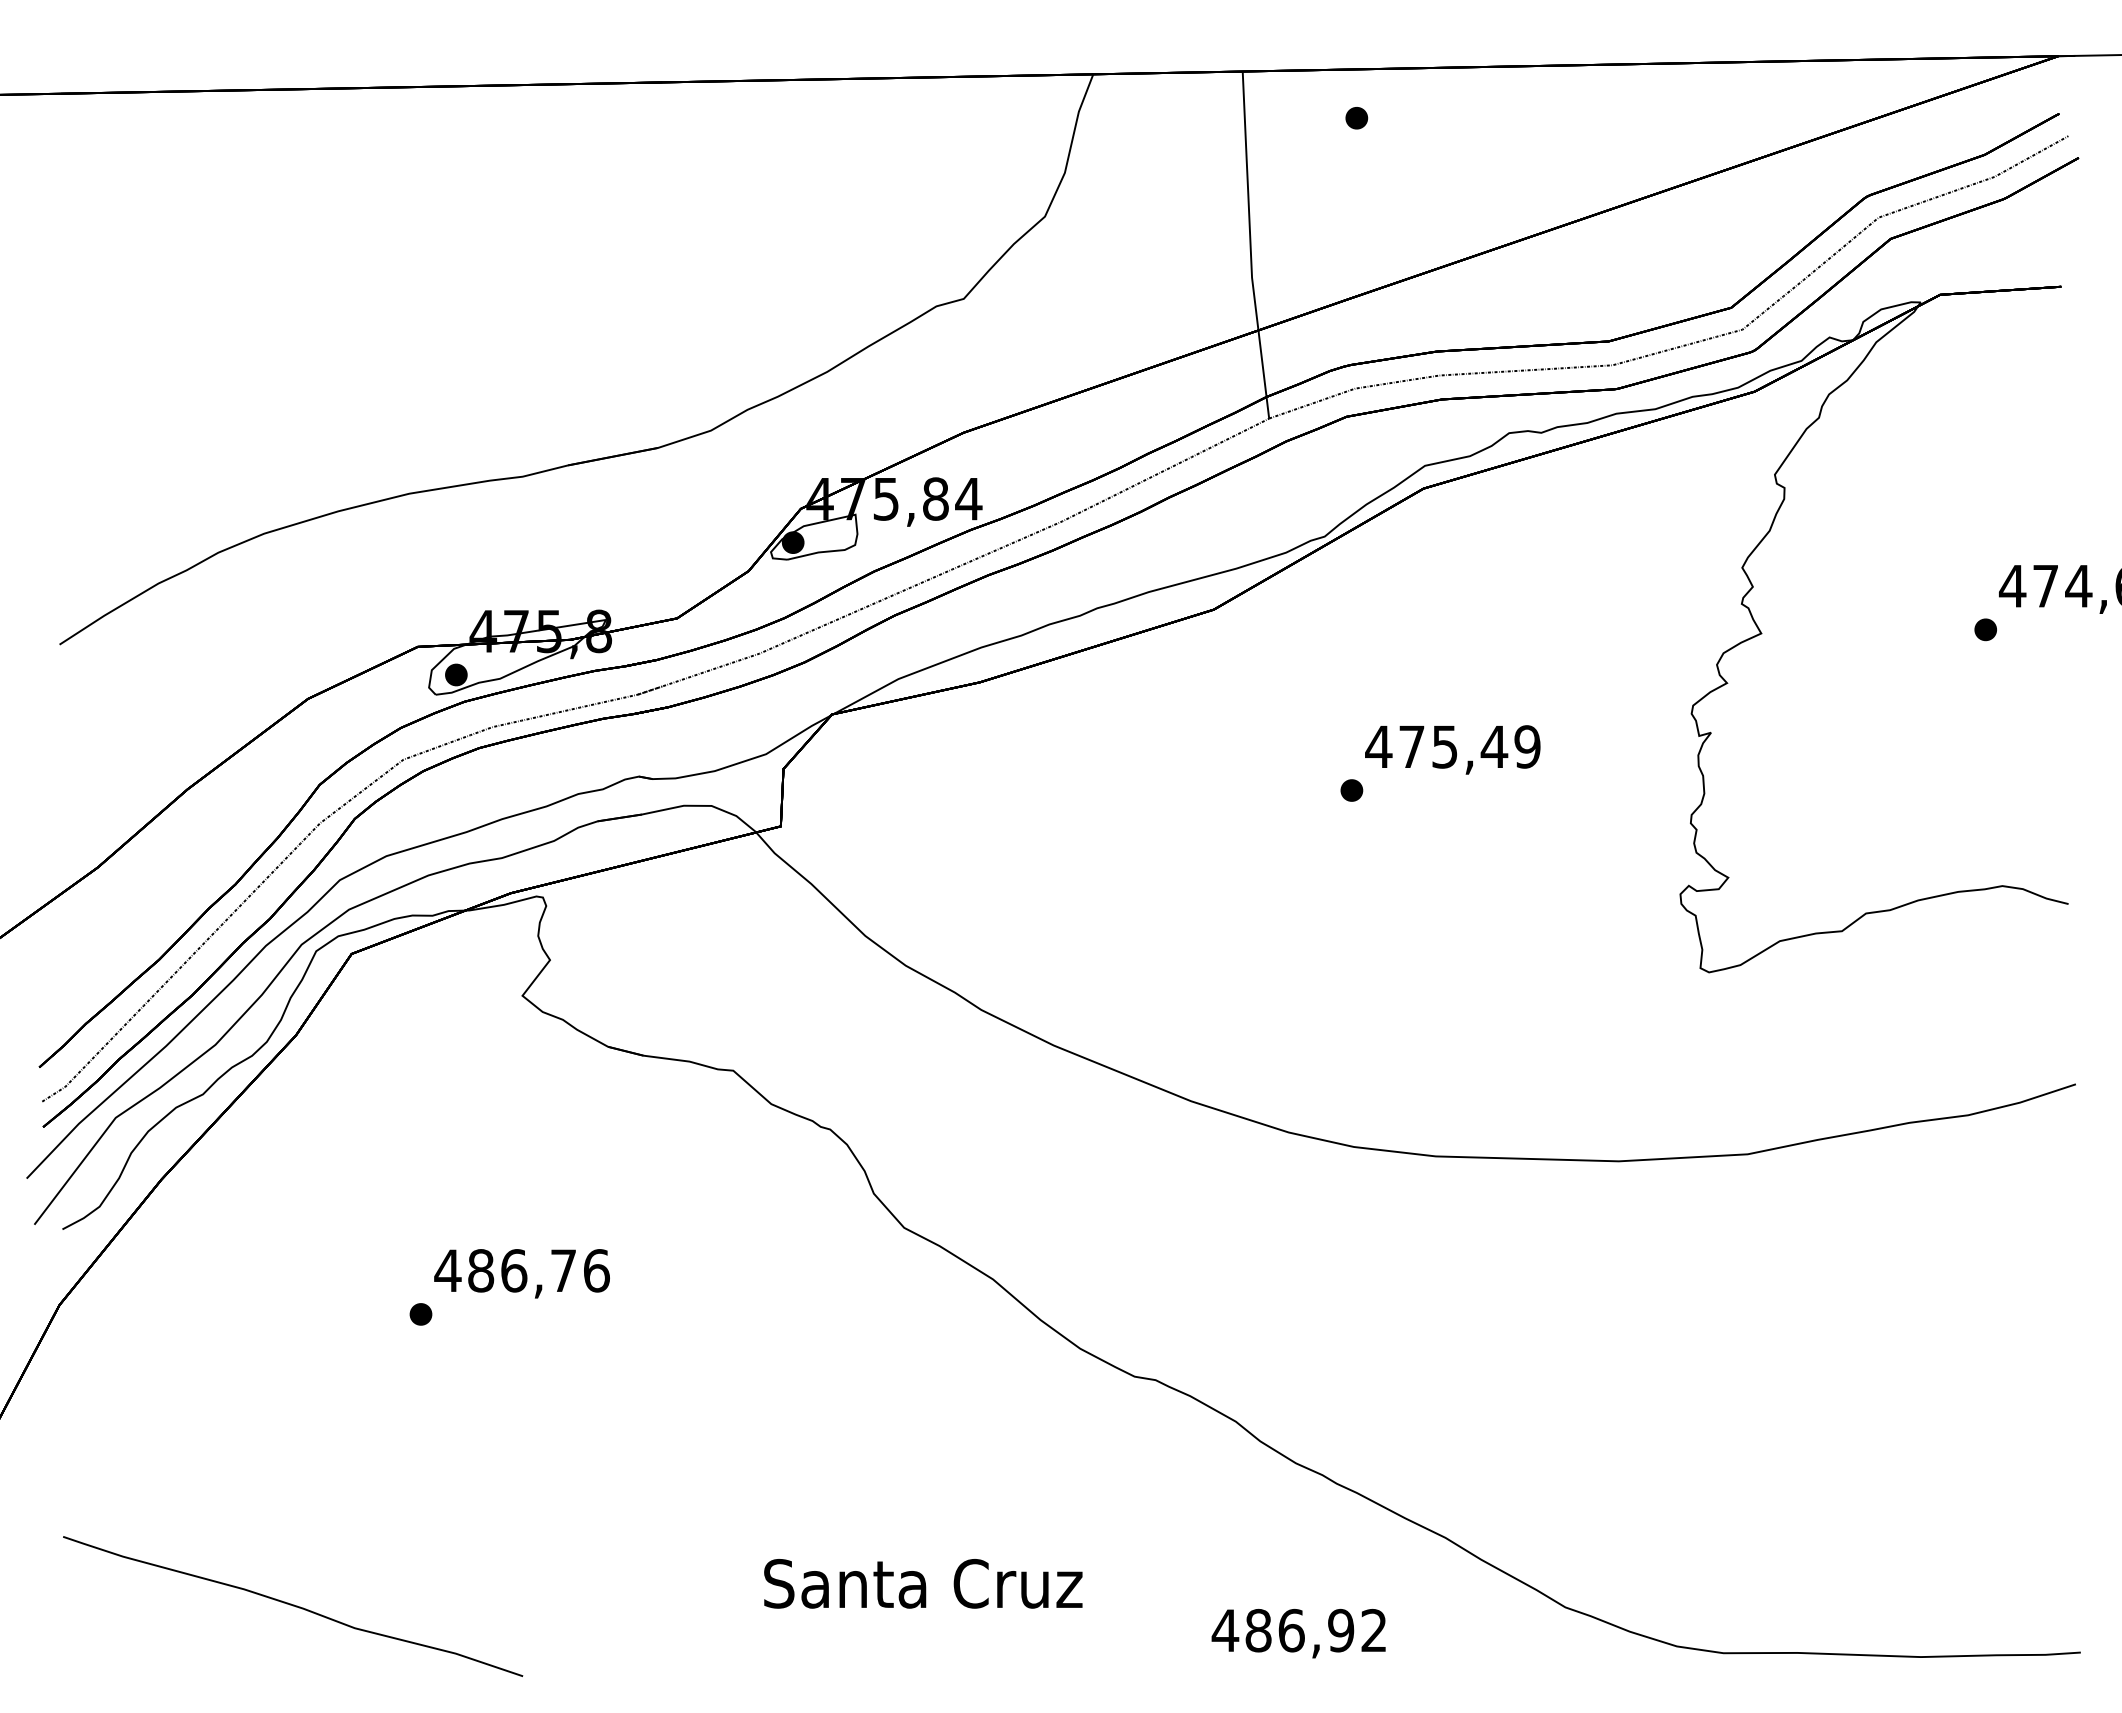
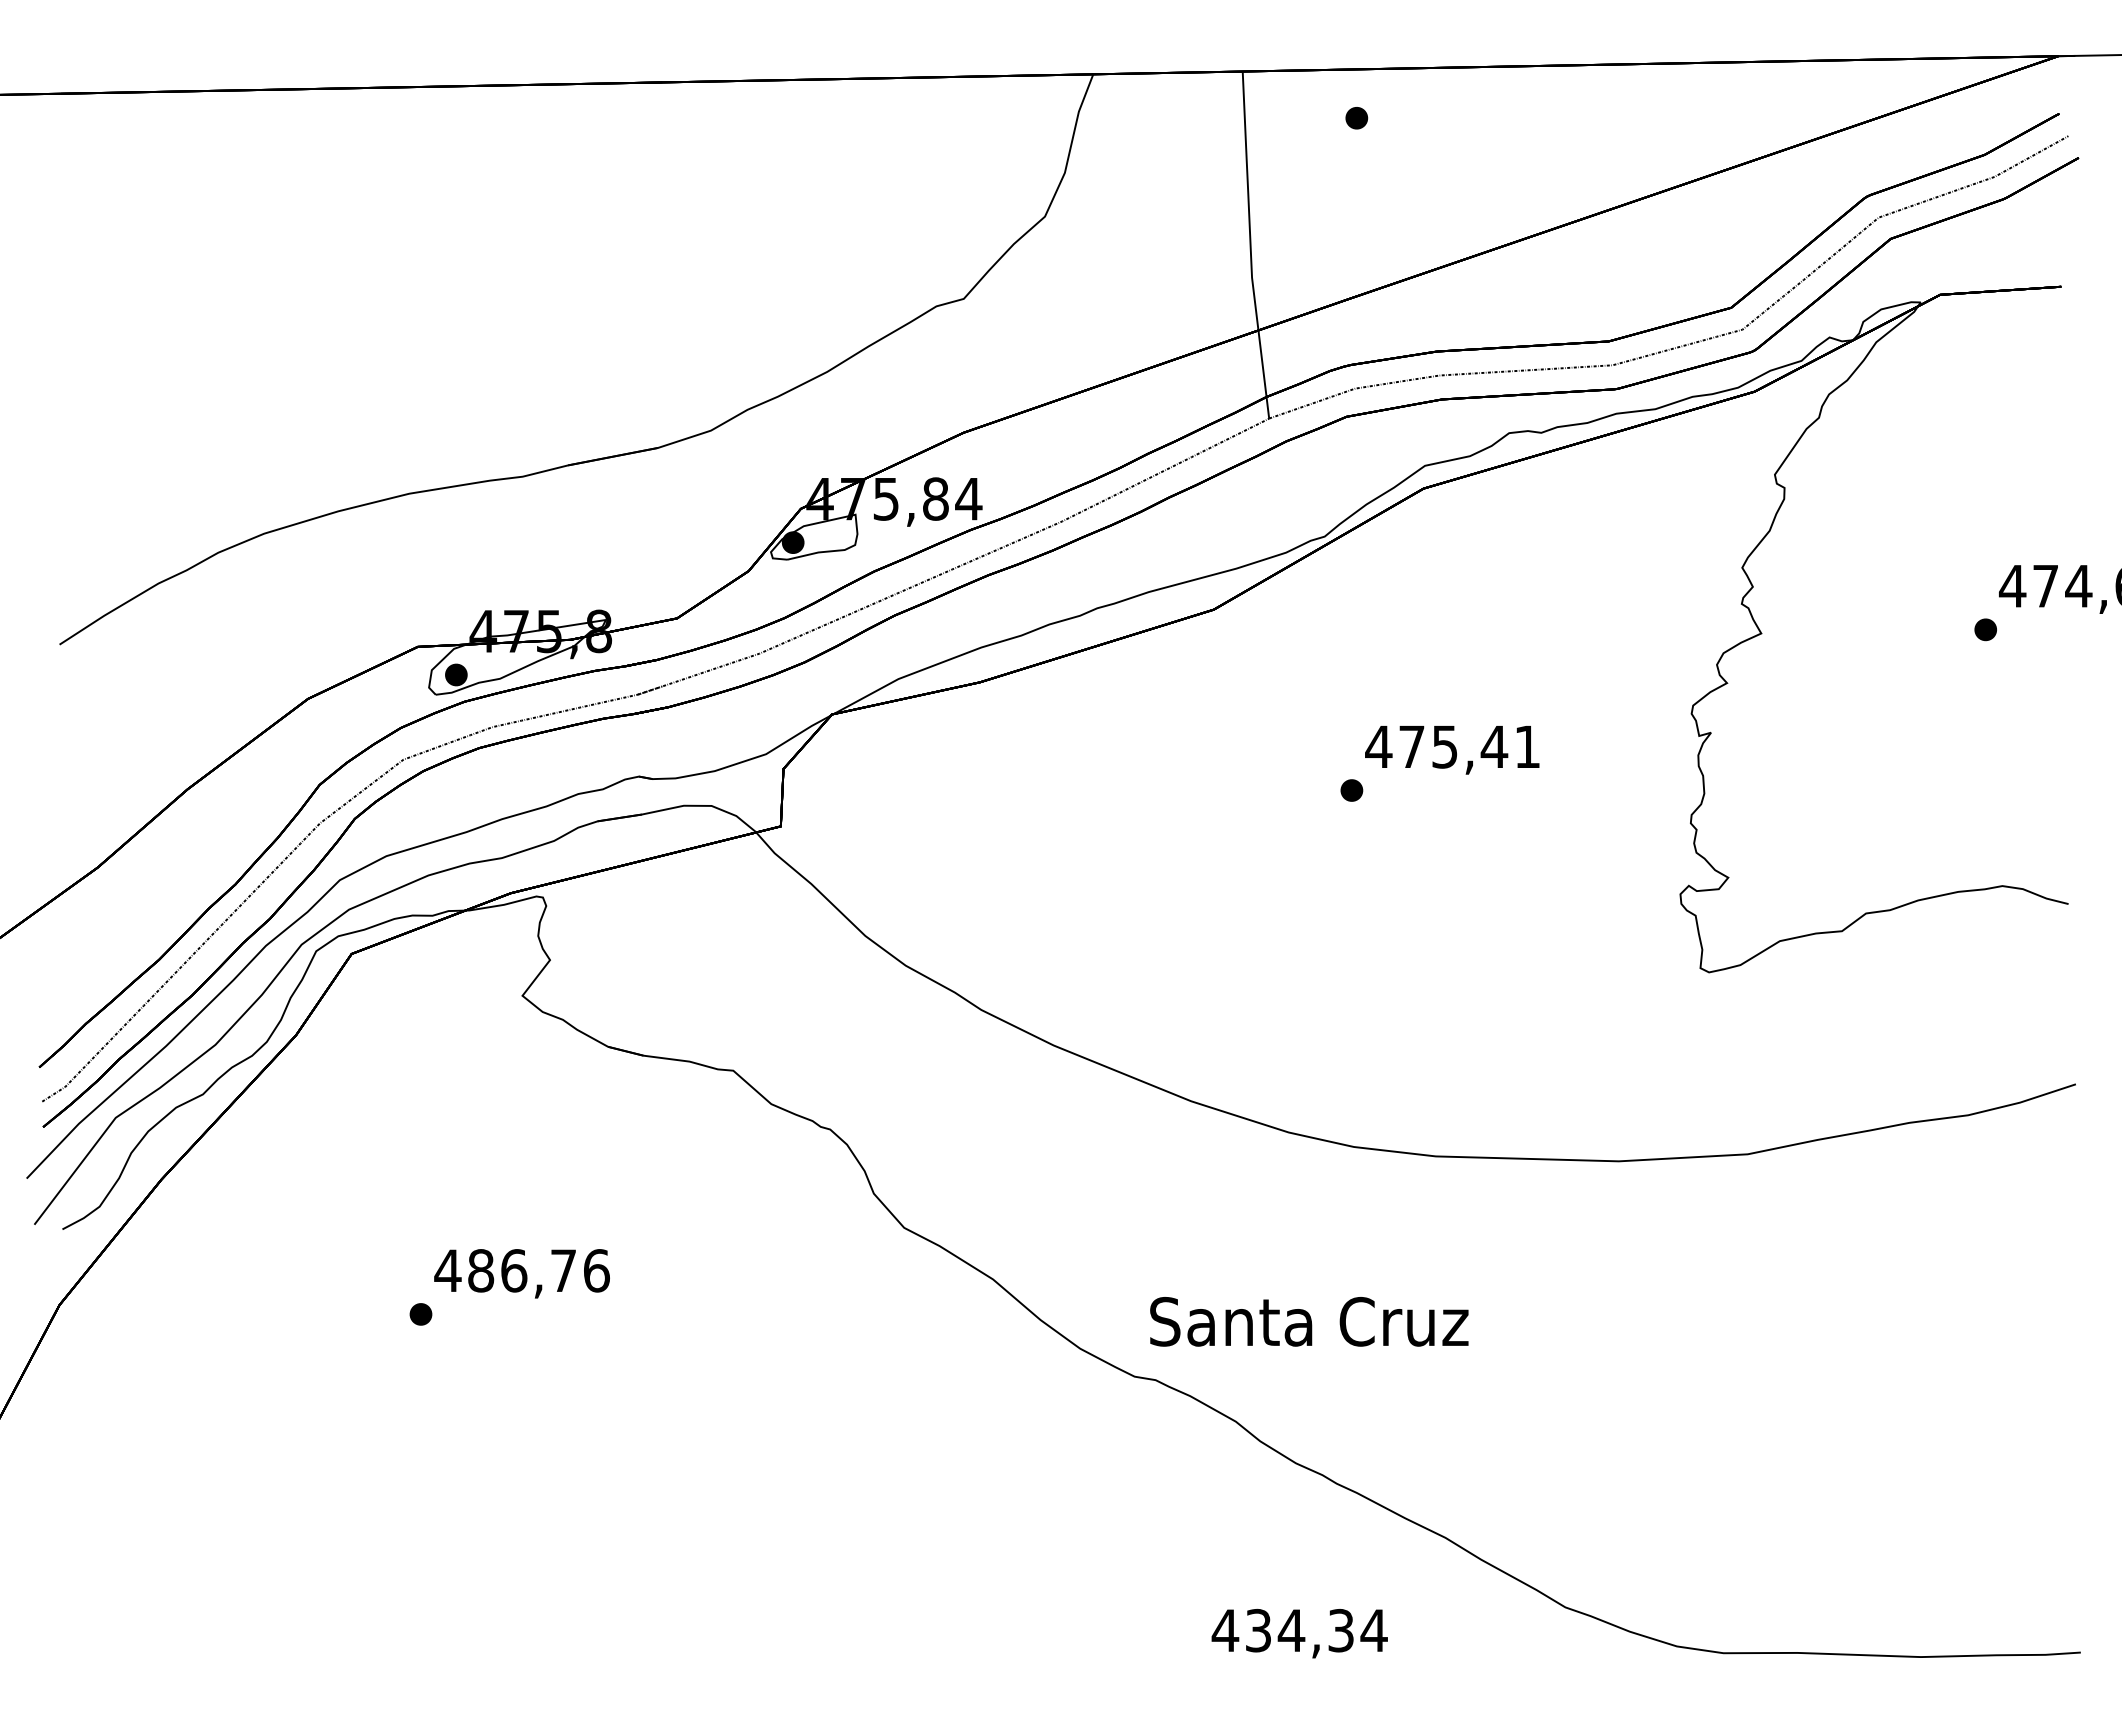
text at (1527, 746): 475,49 -> 475,41
text at (923, 1583) position: (923, 1583) -> (1309, 1321)
curve at (293, 1606): present -> none
text at (1316, 1630): 486,92 -> 434,34
